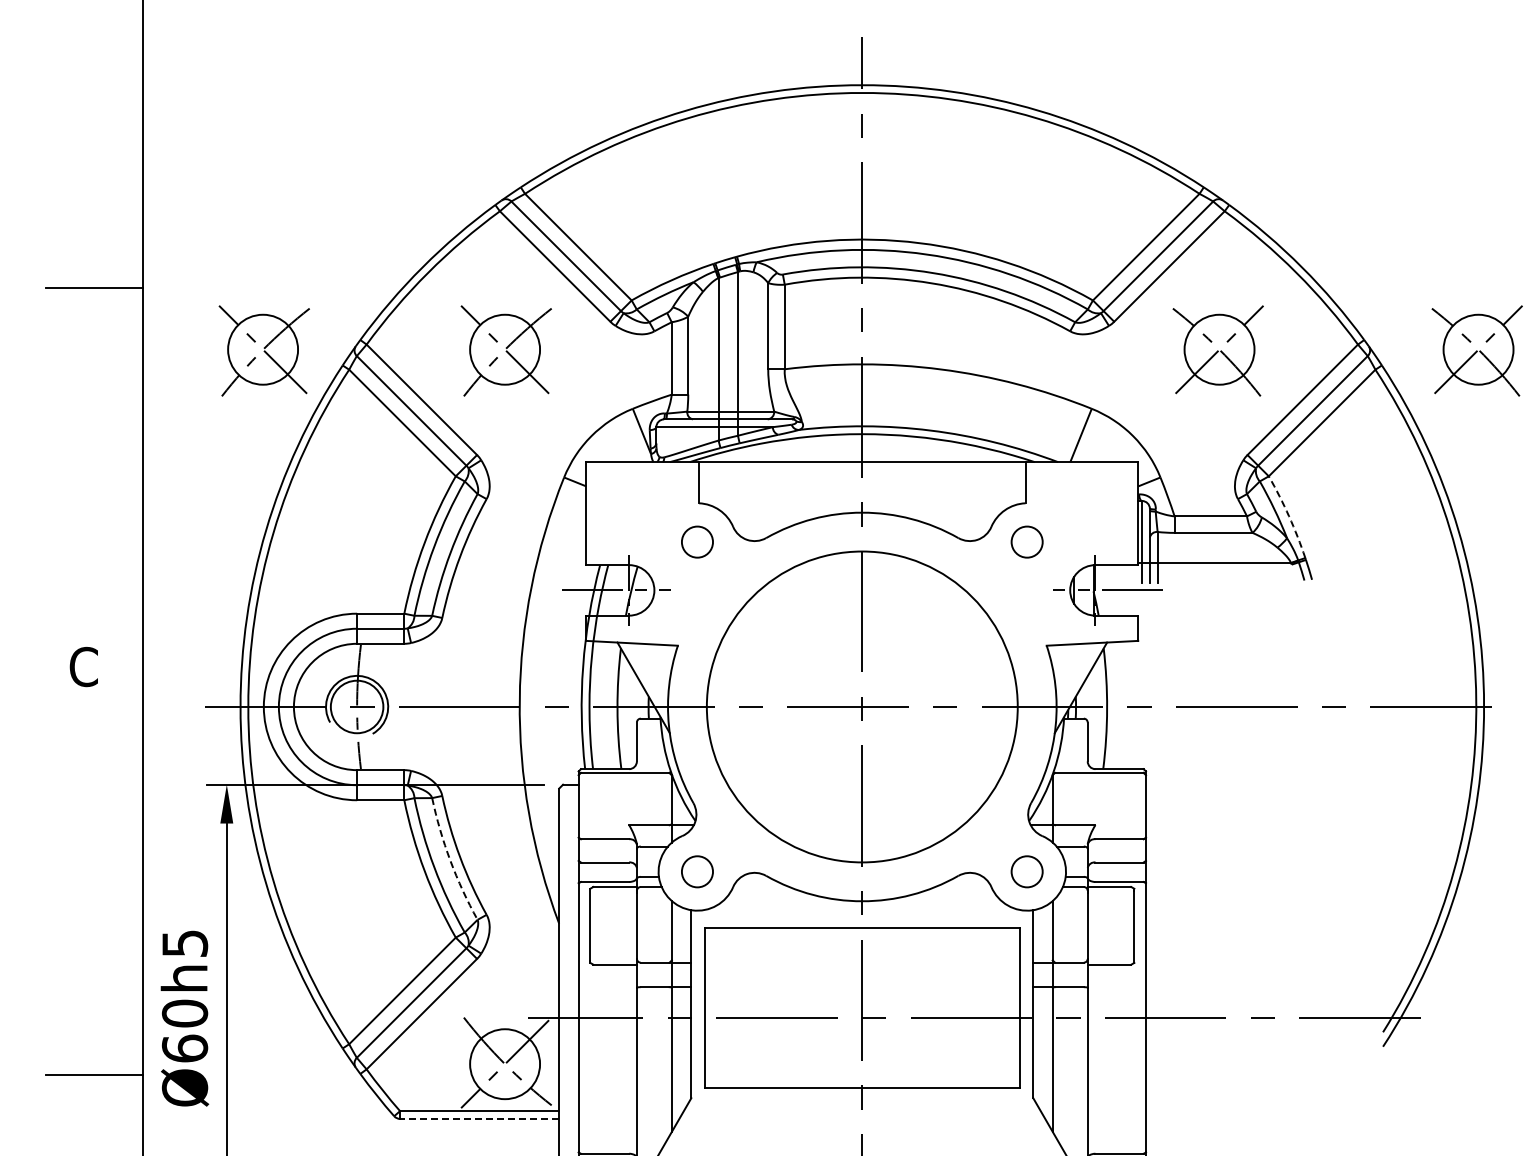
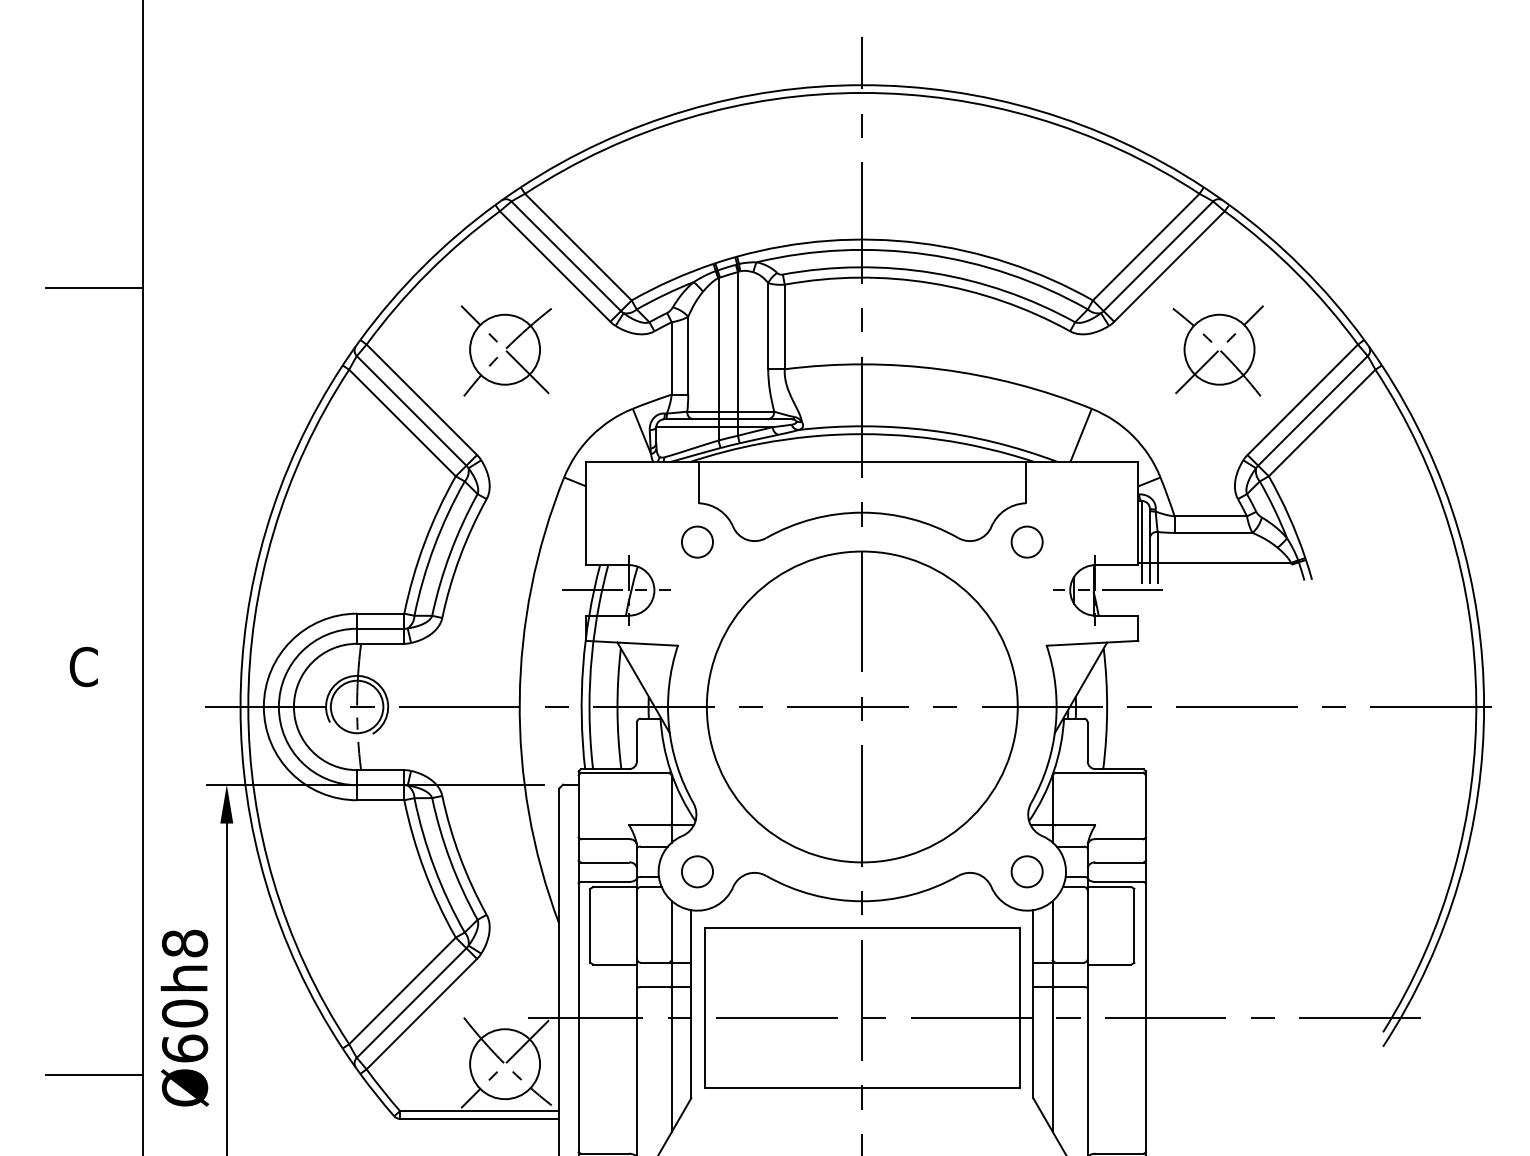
part at (263, 350): present -> none
part at (1476, 350): present -> none
arc at (1289, 516): dashed -> solid
arc at (450, 860): dashed -> solid
text at (184, 943): Ø60h5 -> Ø60h8
line at (479, 1118): dashed -> solid
